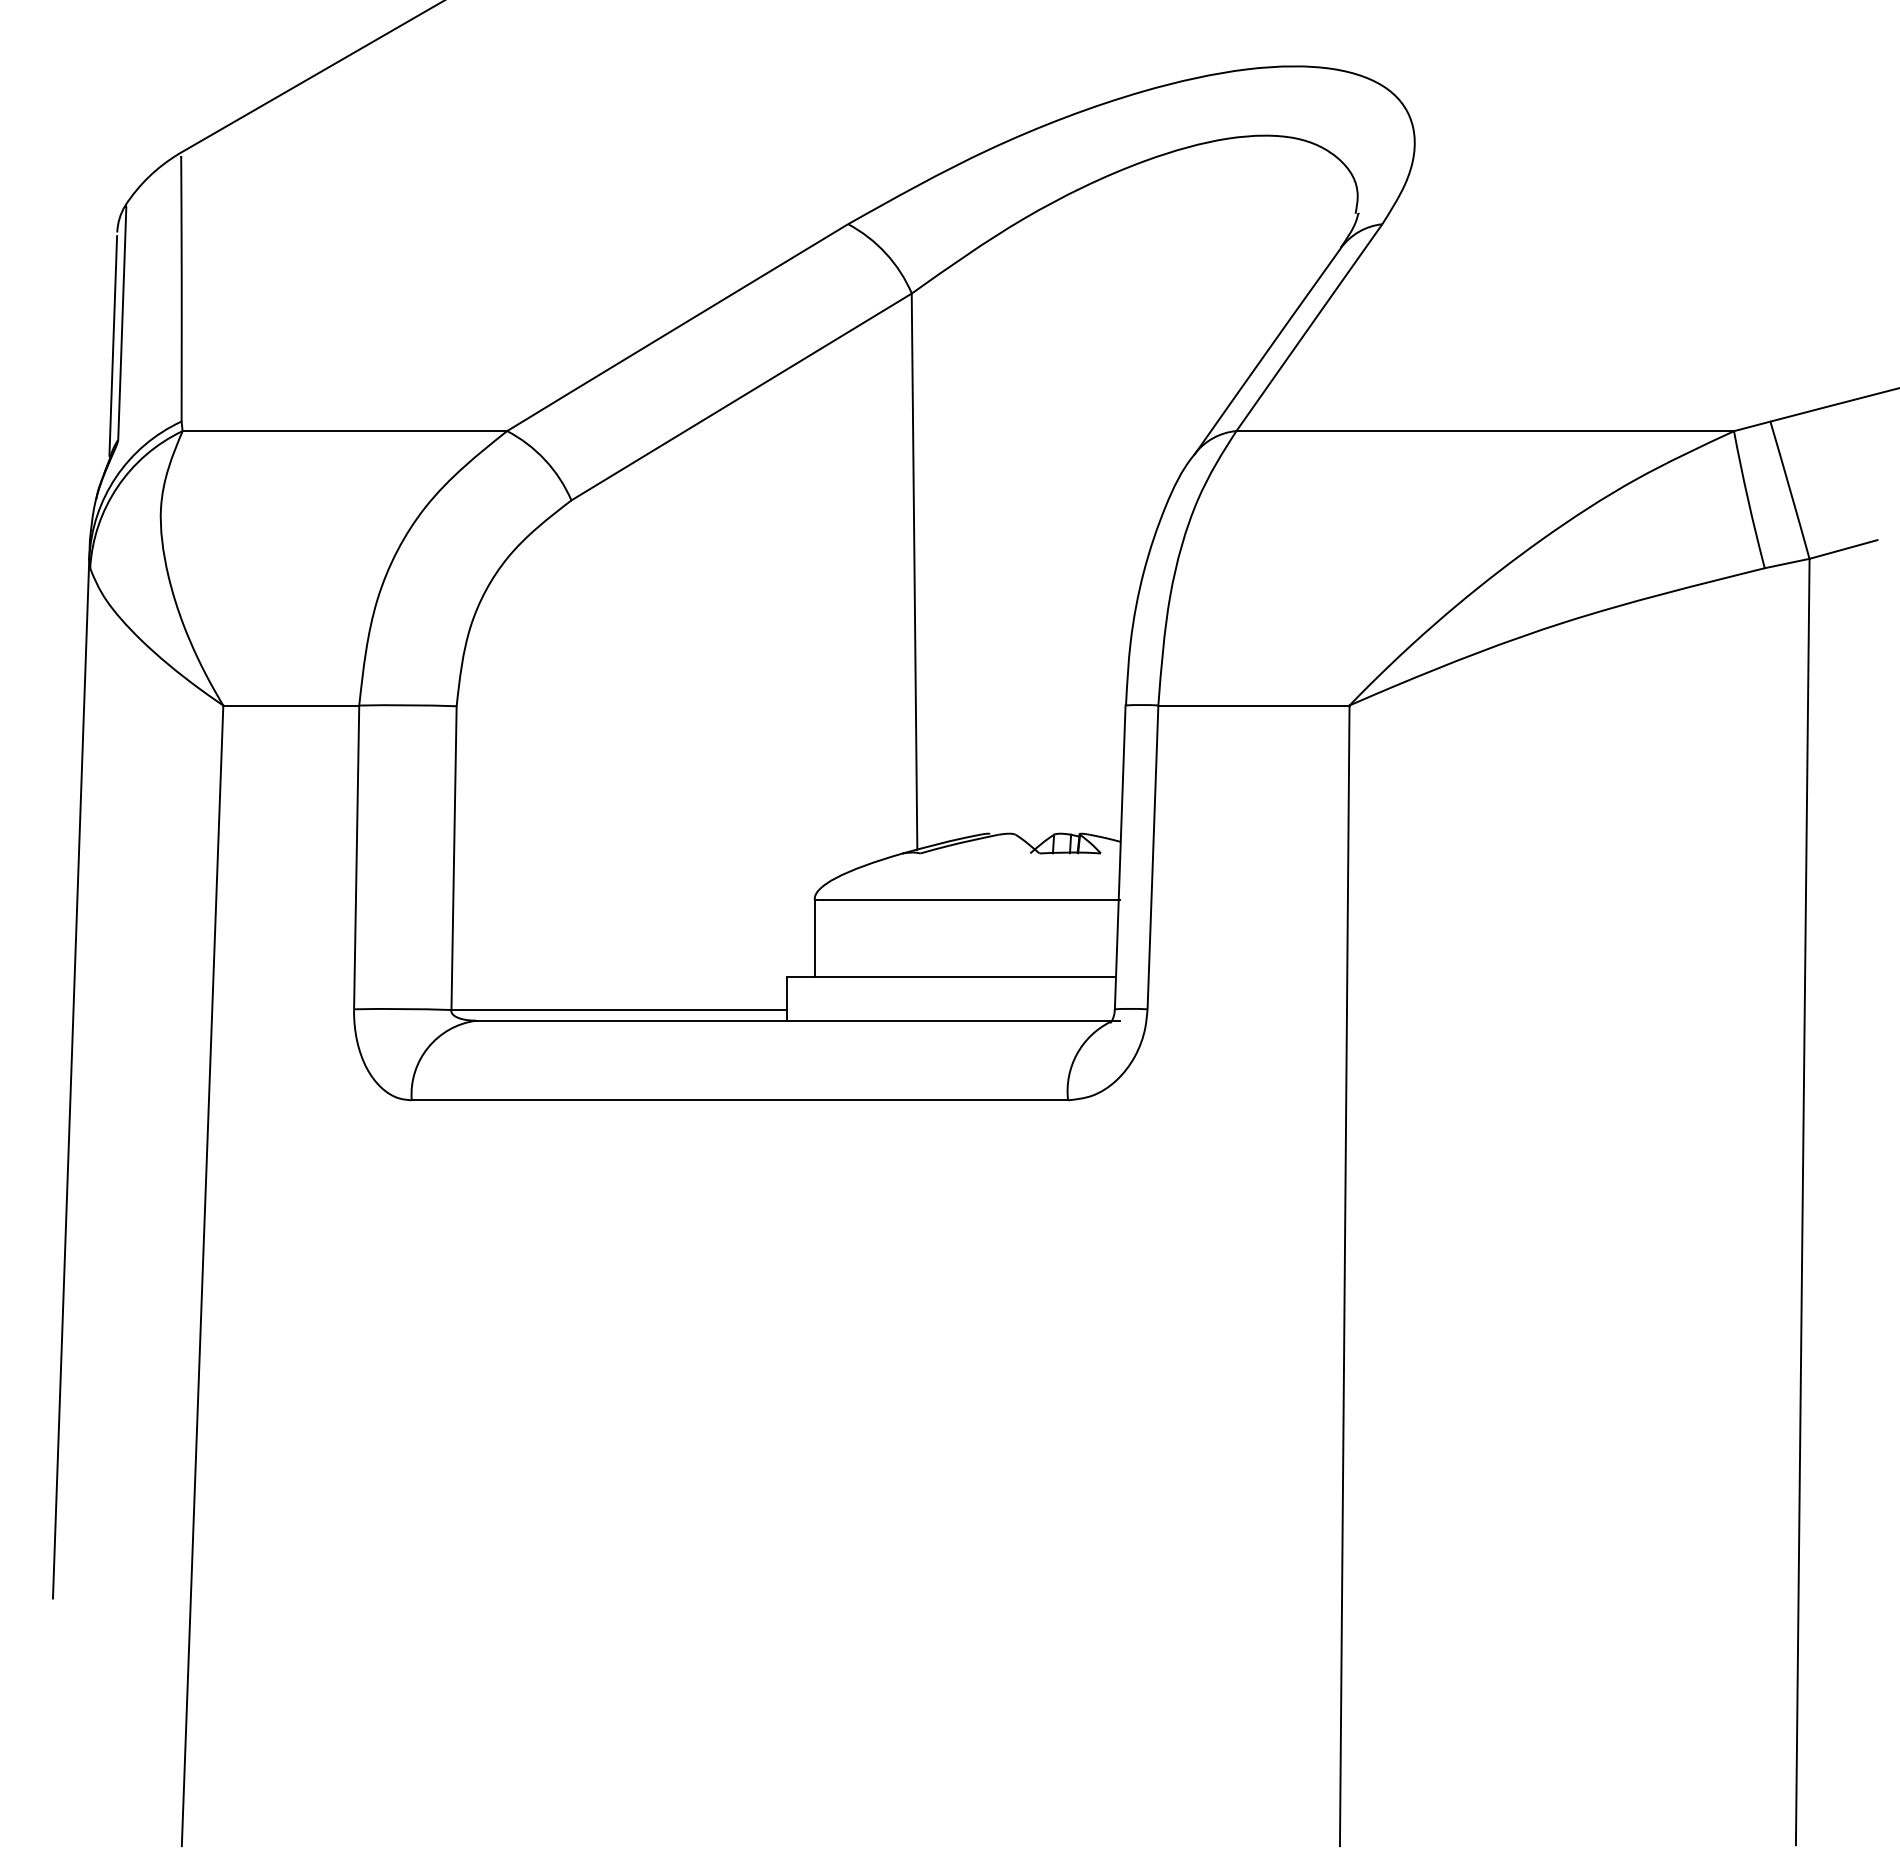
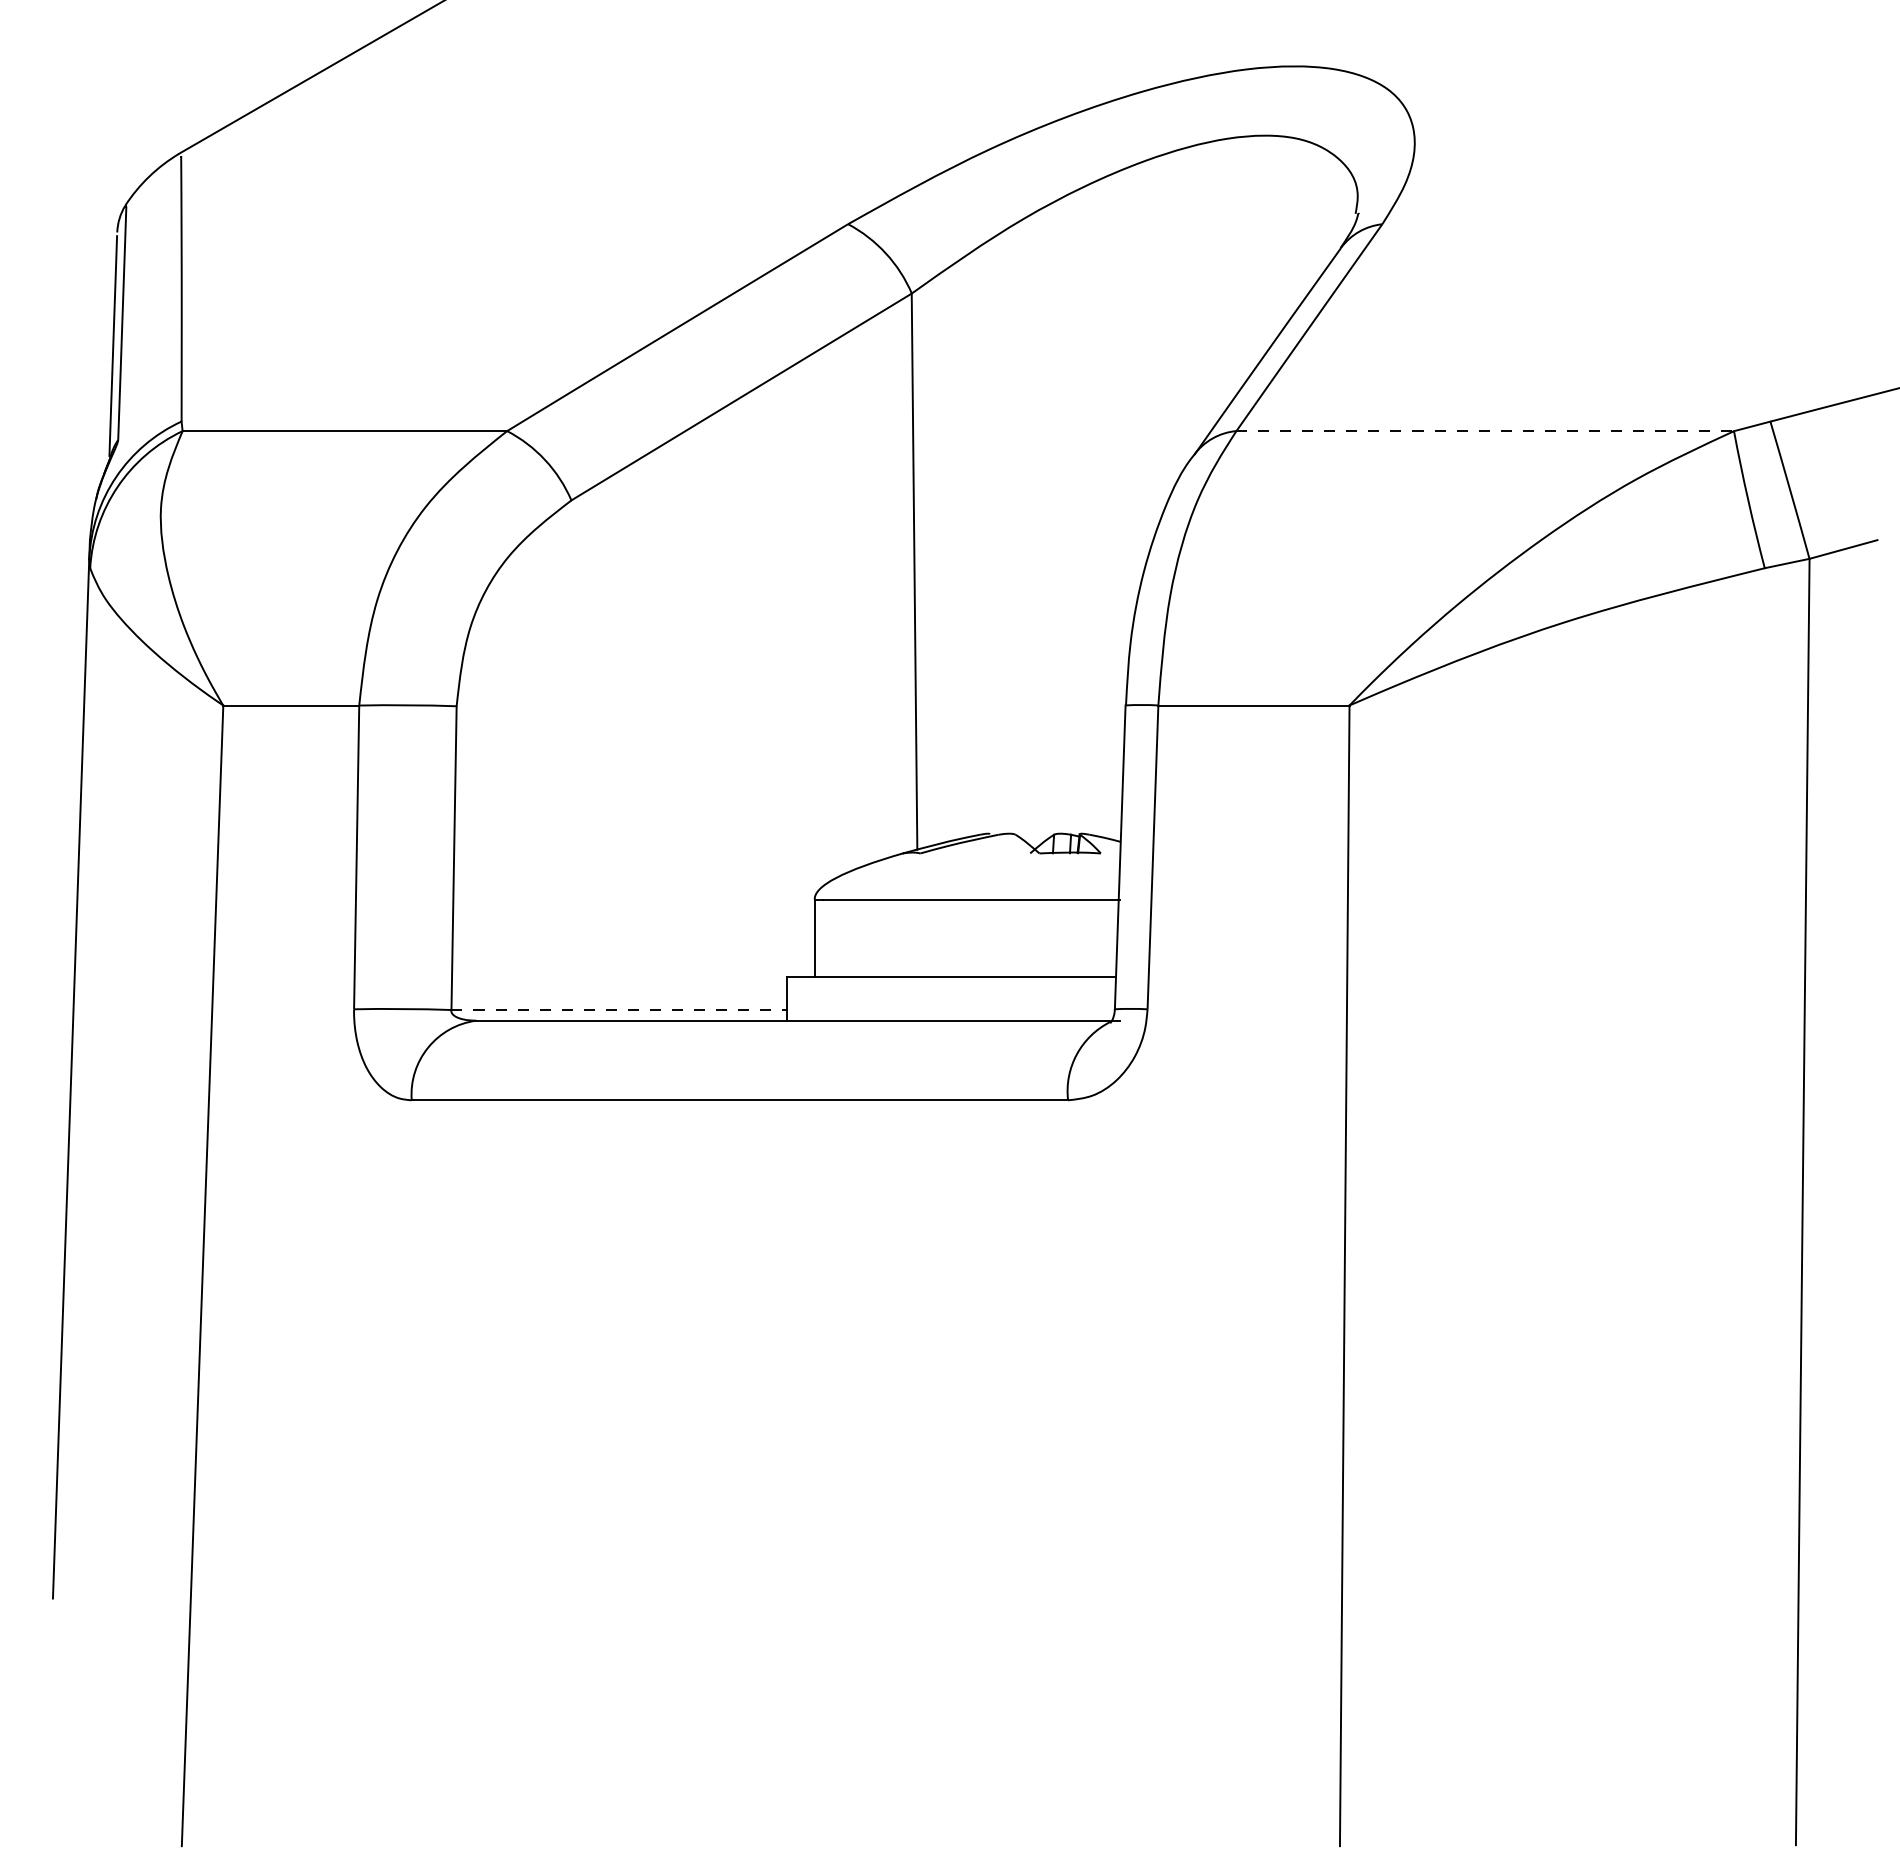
line at (1485, 431): solid -> dashed
line at (619, 1009): solid -> dashed
